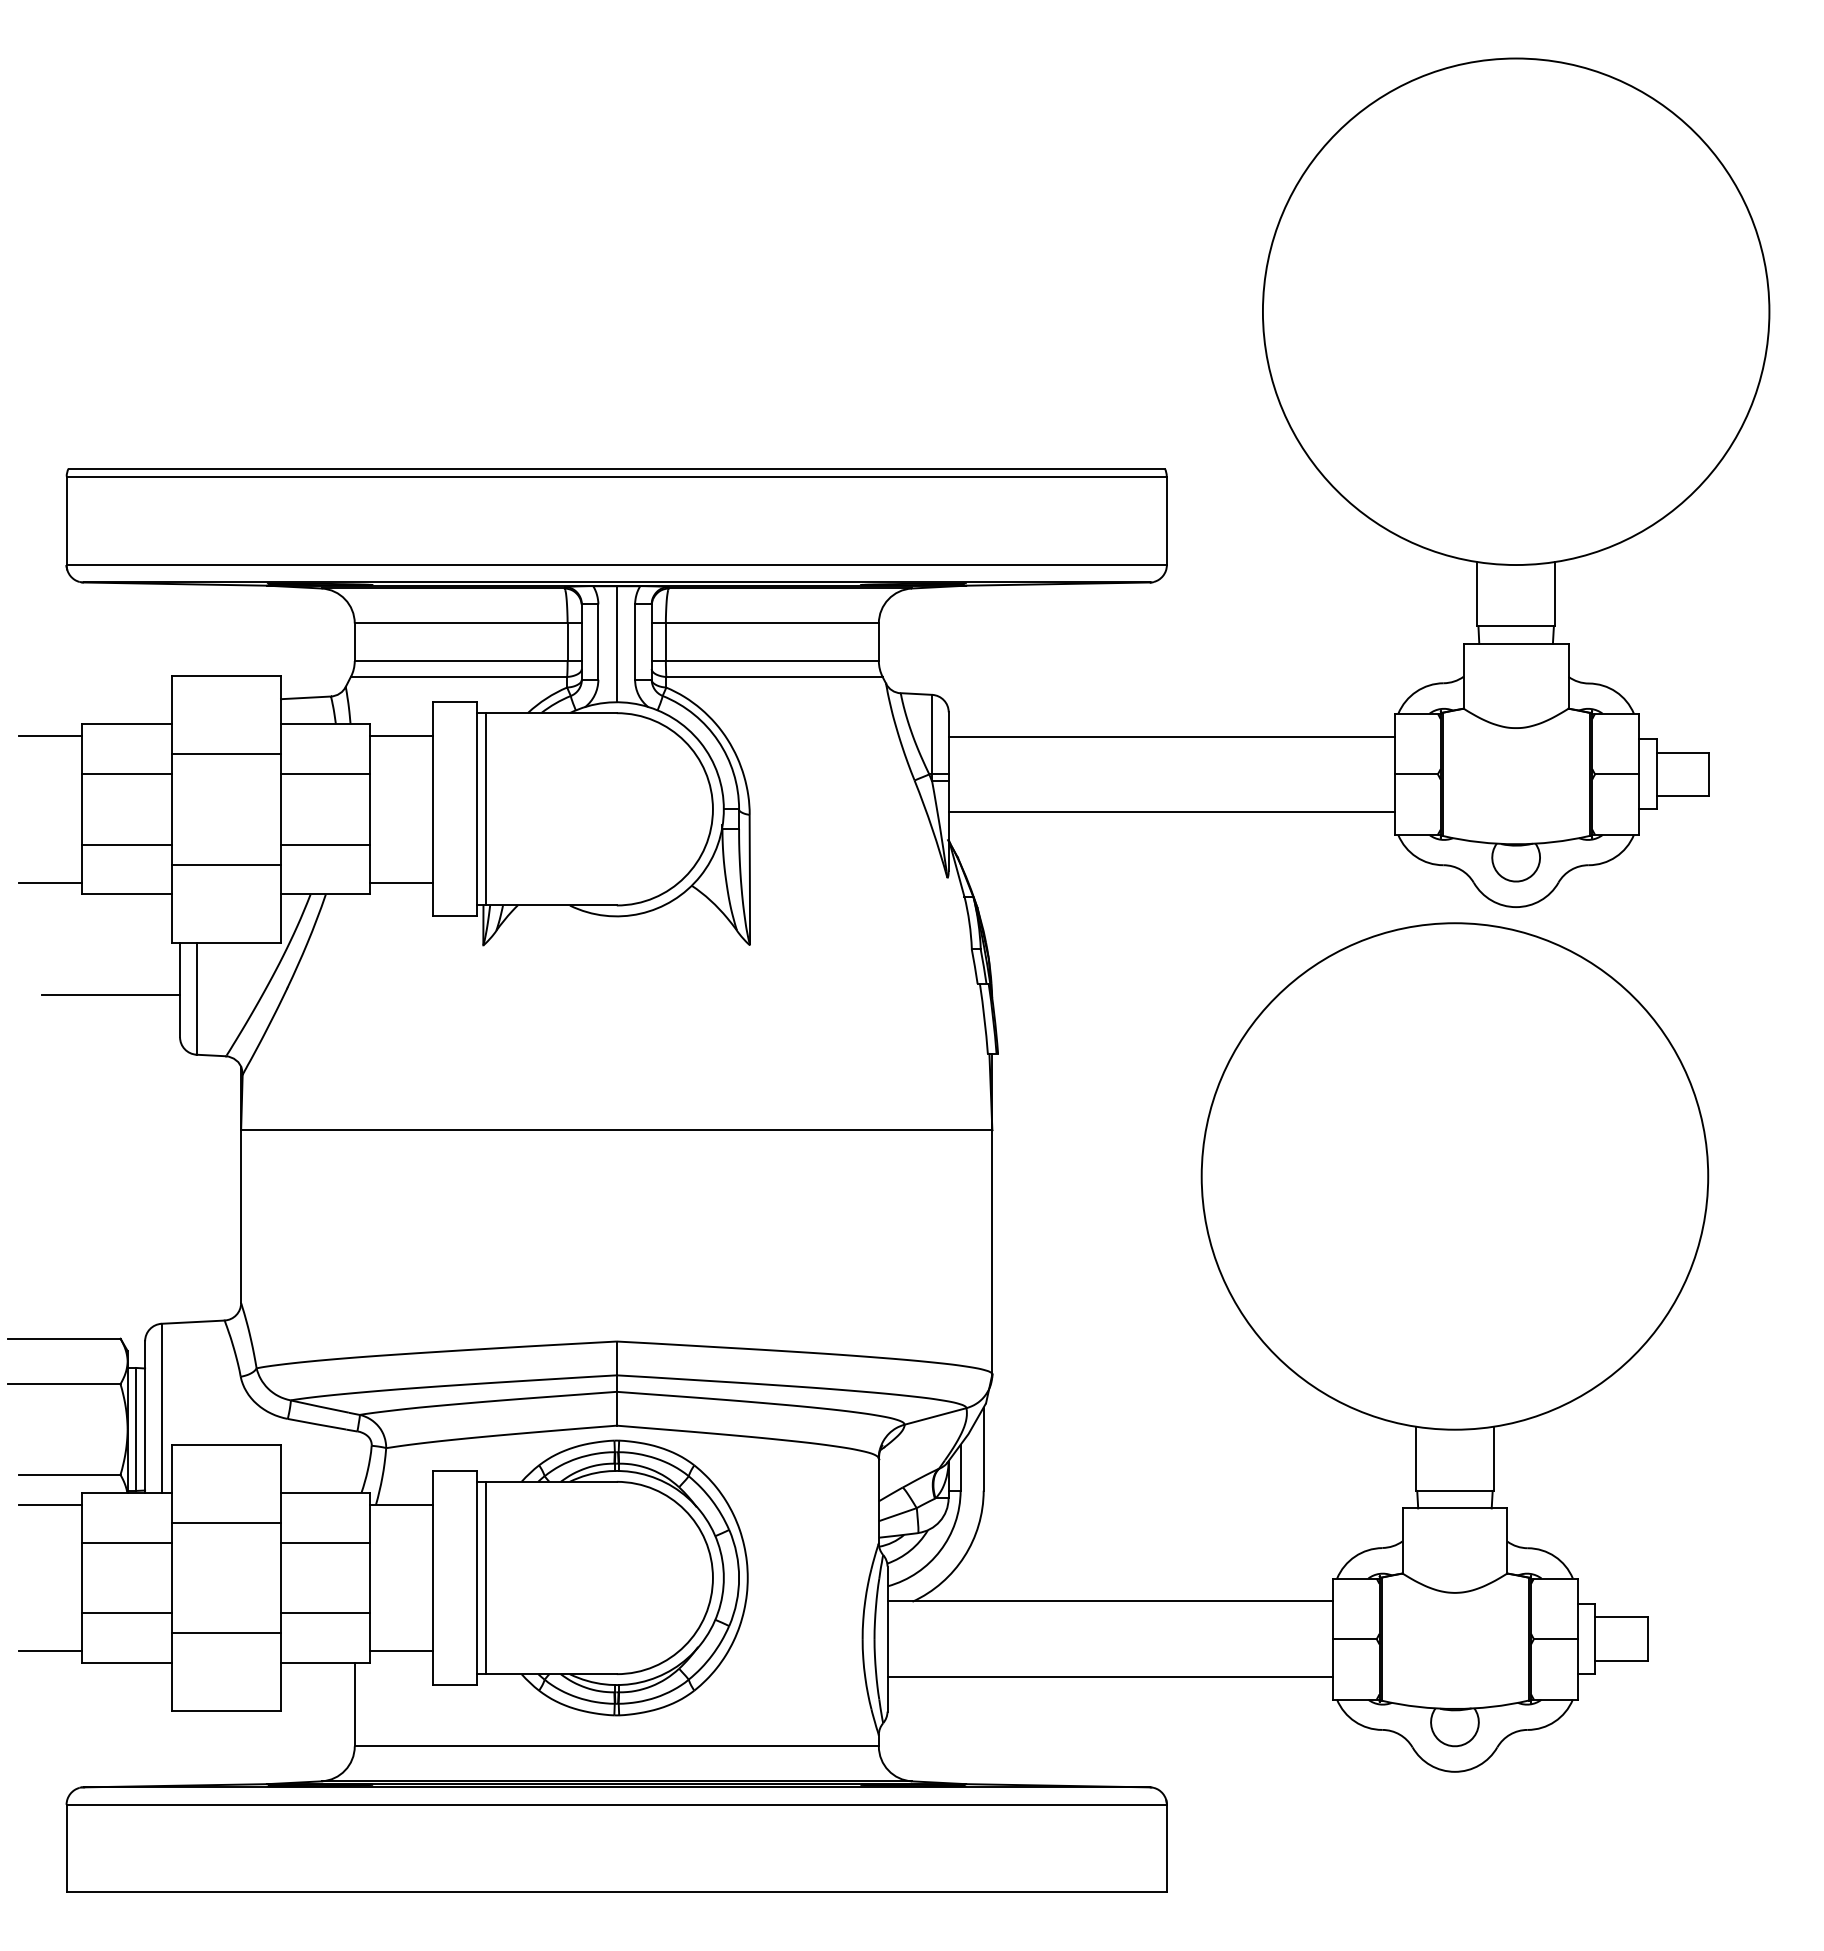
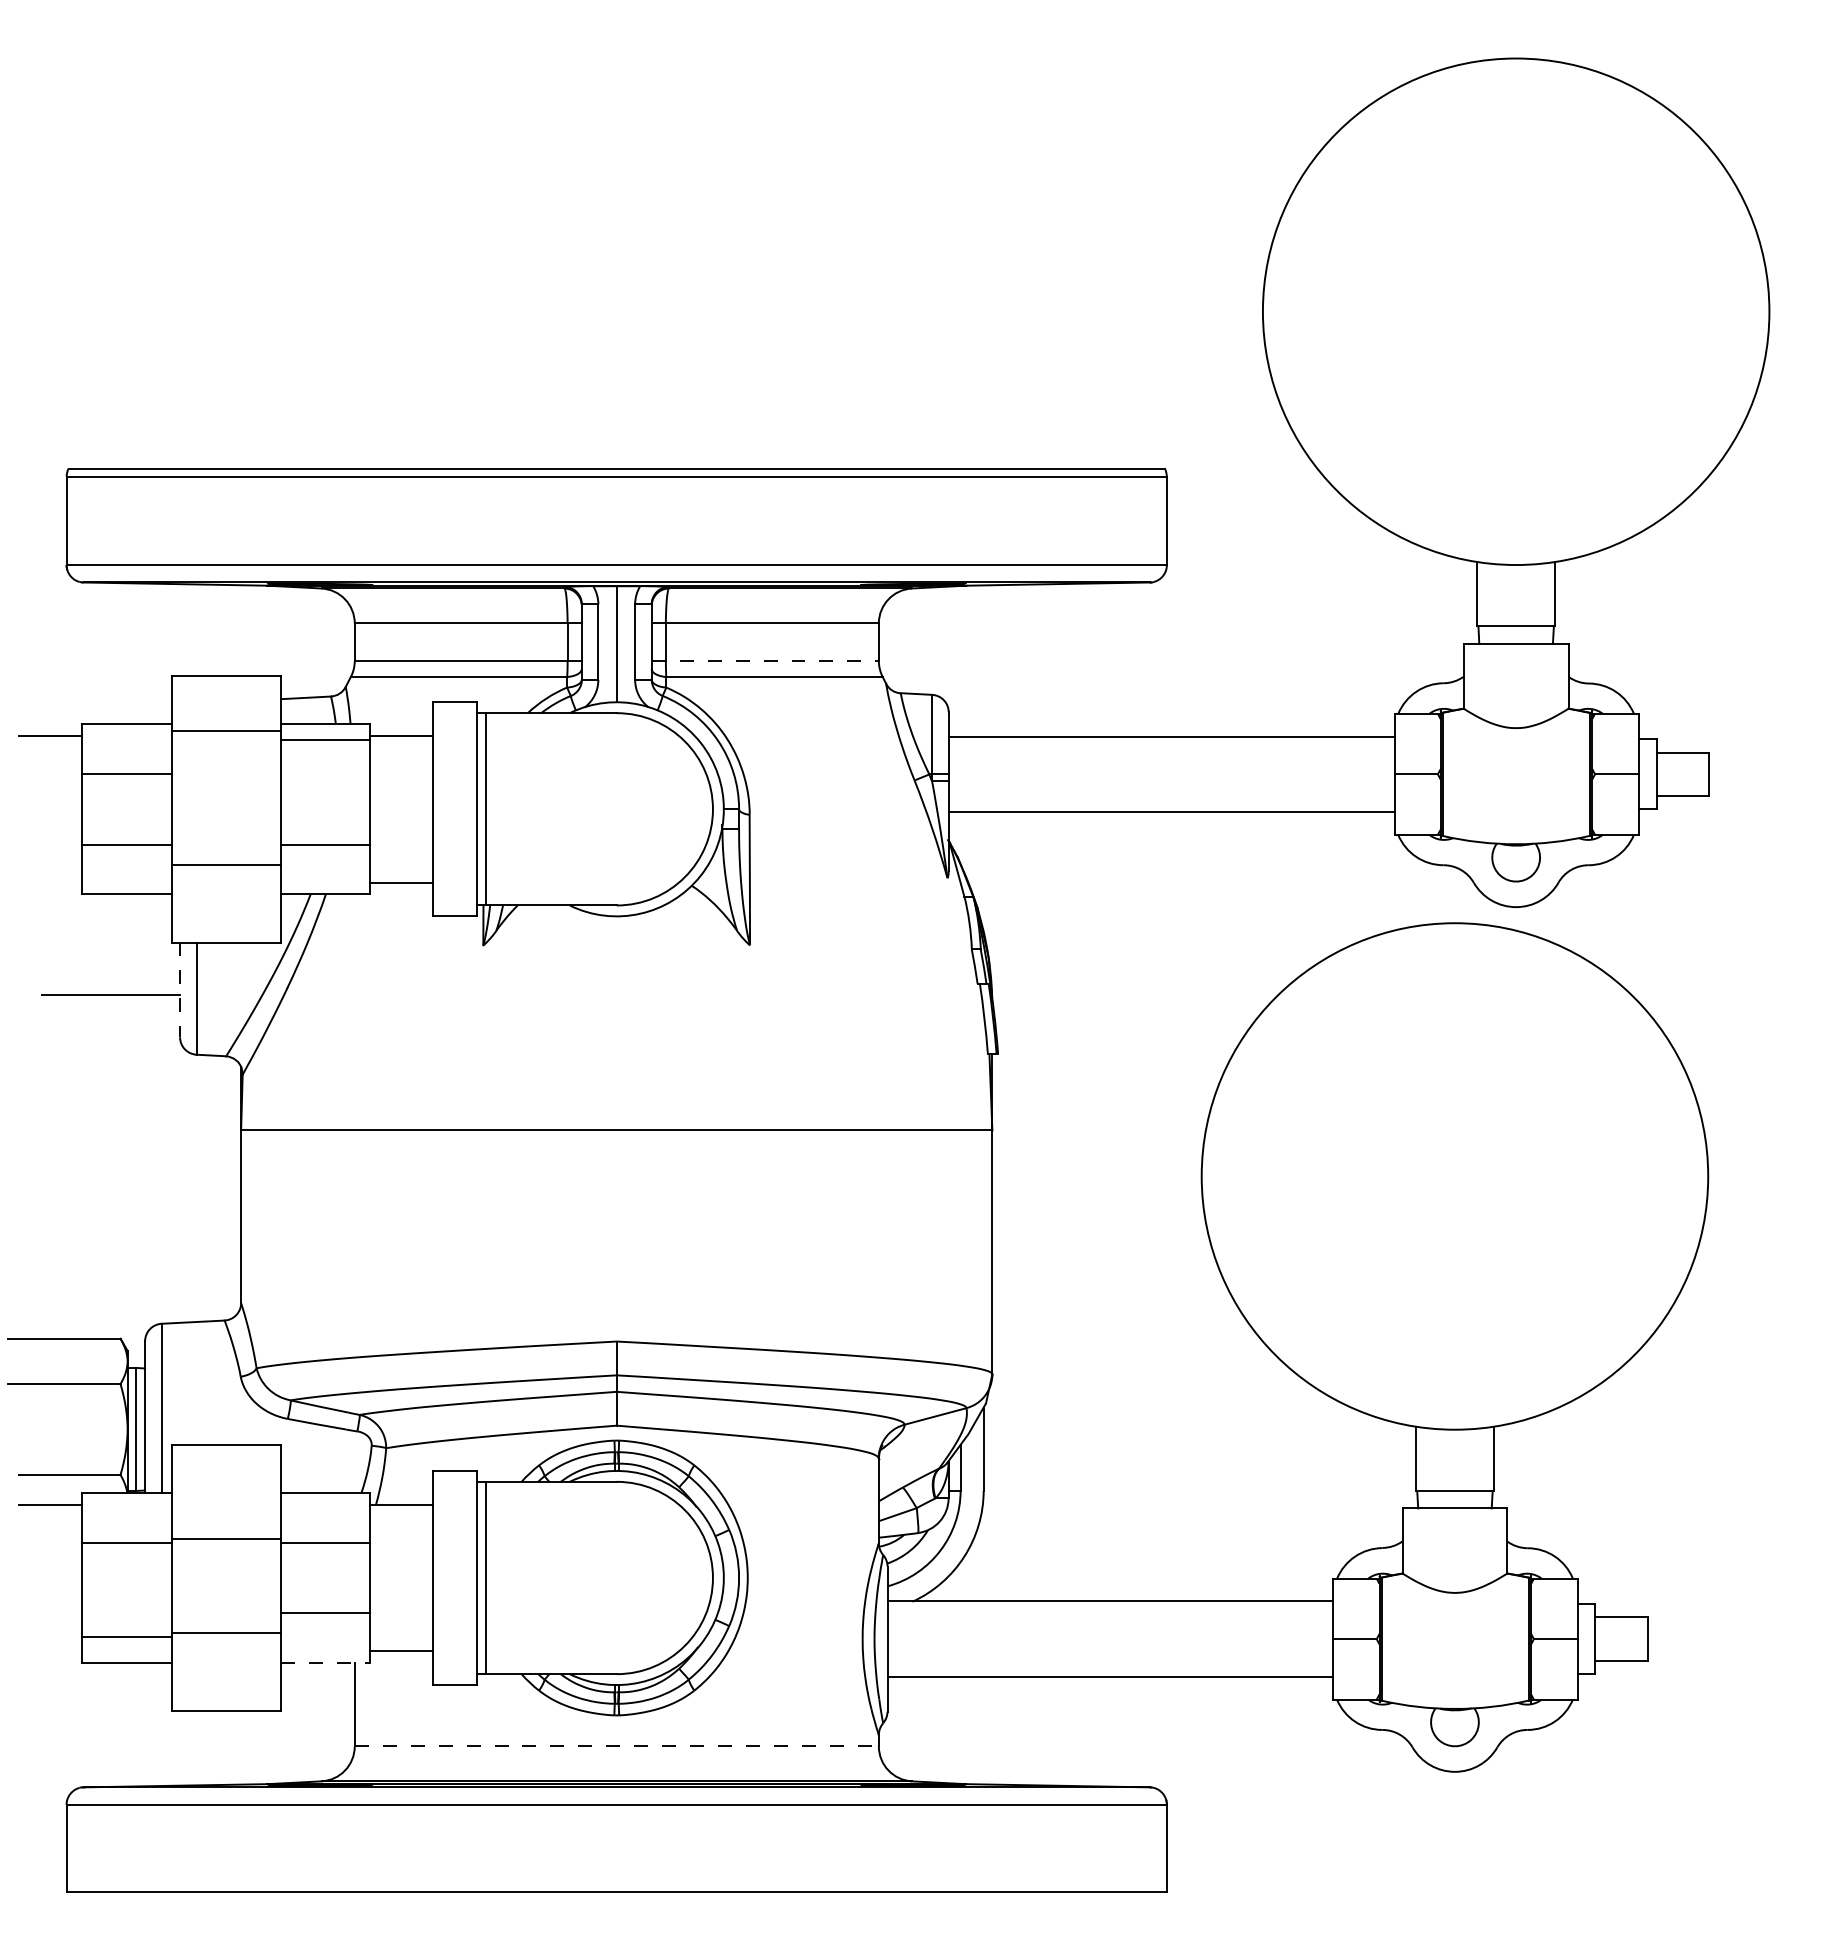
line at (765, 661): solid -> dashed
line at (225, 754) position: (225, 754) -> (225, 731)
line at (325, 774) position: (325, 774) -> (325, 740)
line at (50, 882): present -> none
line at (180, 990): solid -> dashed
line at (225, 1522) position: (225, 1522) -> (225, 1538)
line at (126, 1613) position: (126, 1613) -> (126, 1637)
line at (50, 1651): present -> none
line at (325, 1663): solid -> dashed
line at (617, 1746): solid -> dashed
